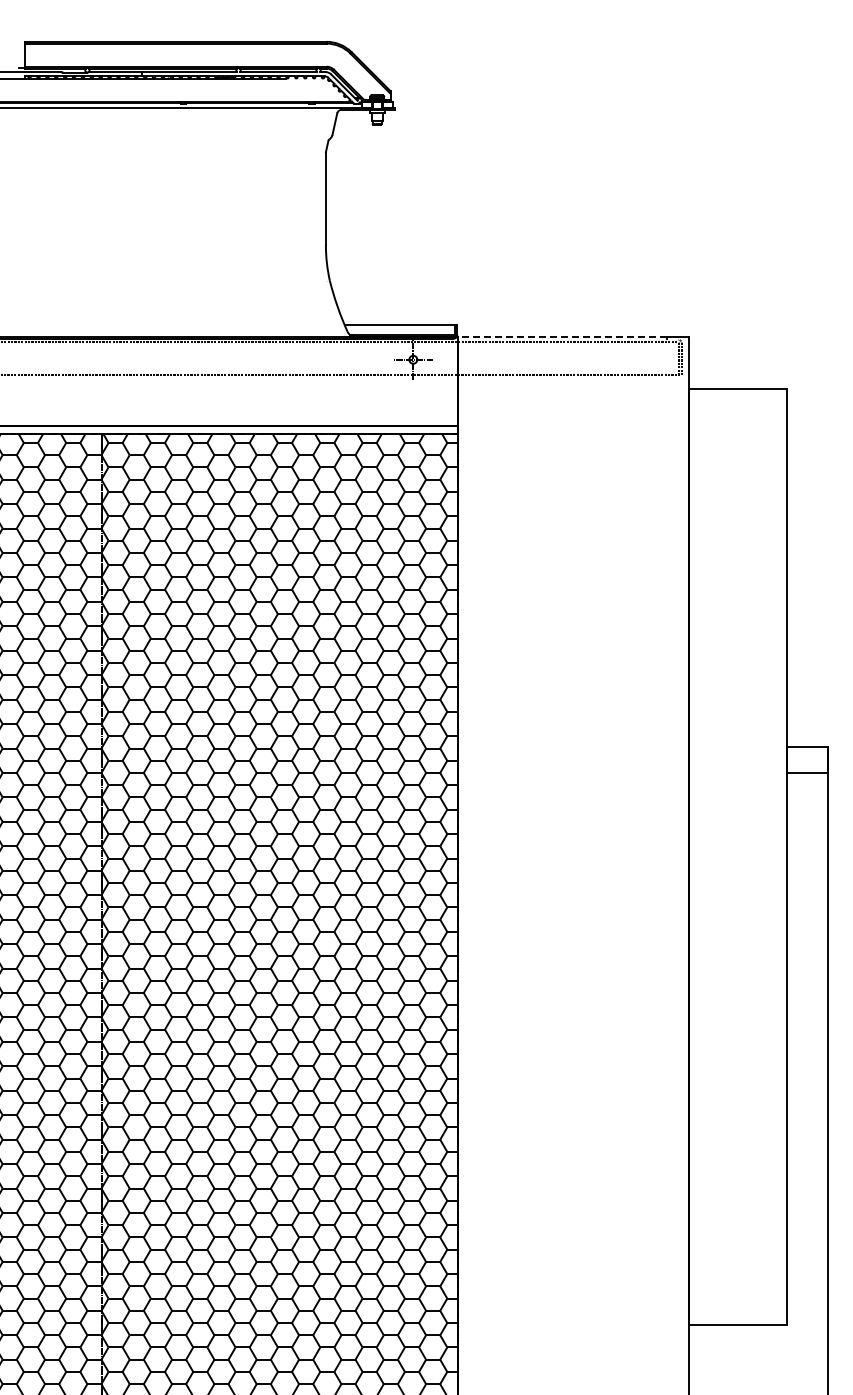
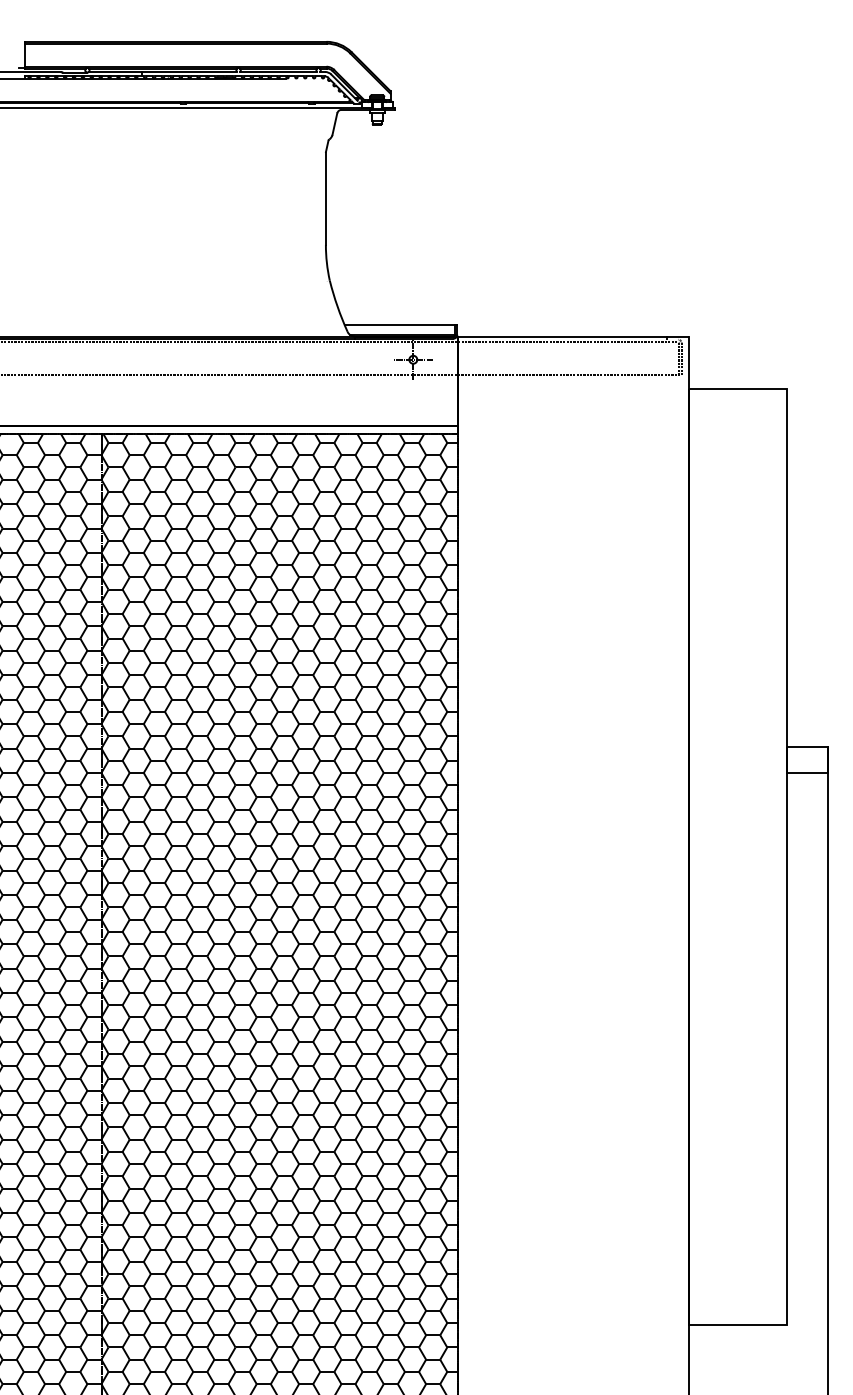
line at (561, 337): dashed -> solid
